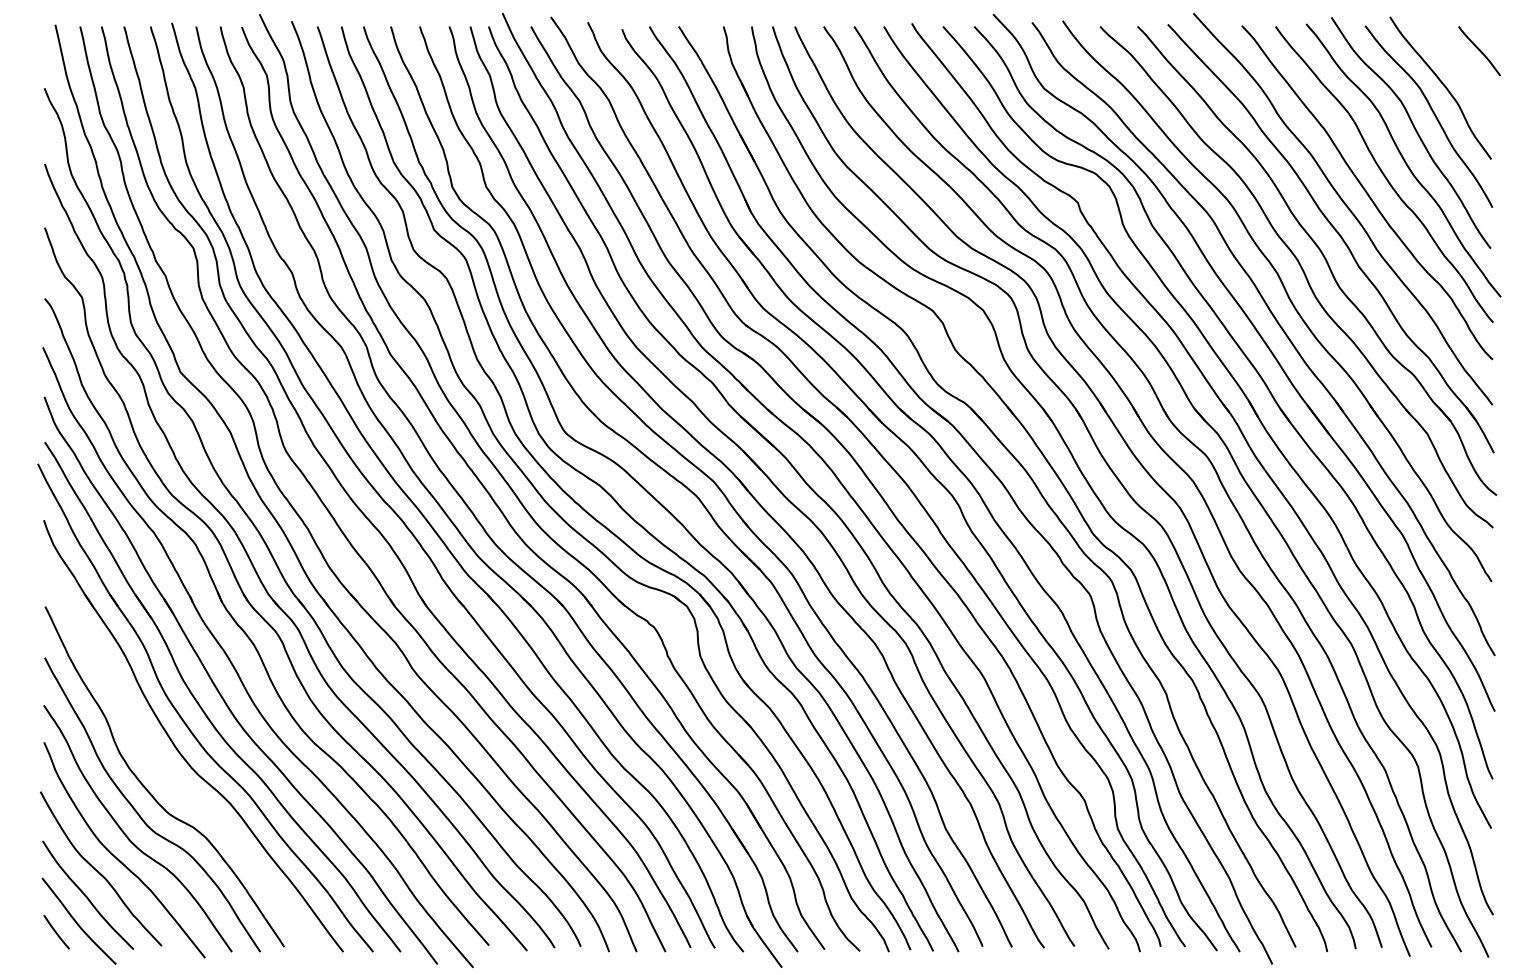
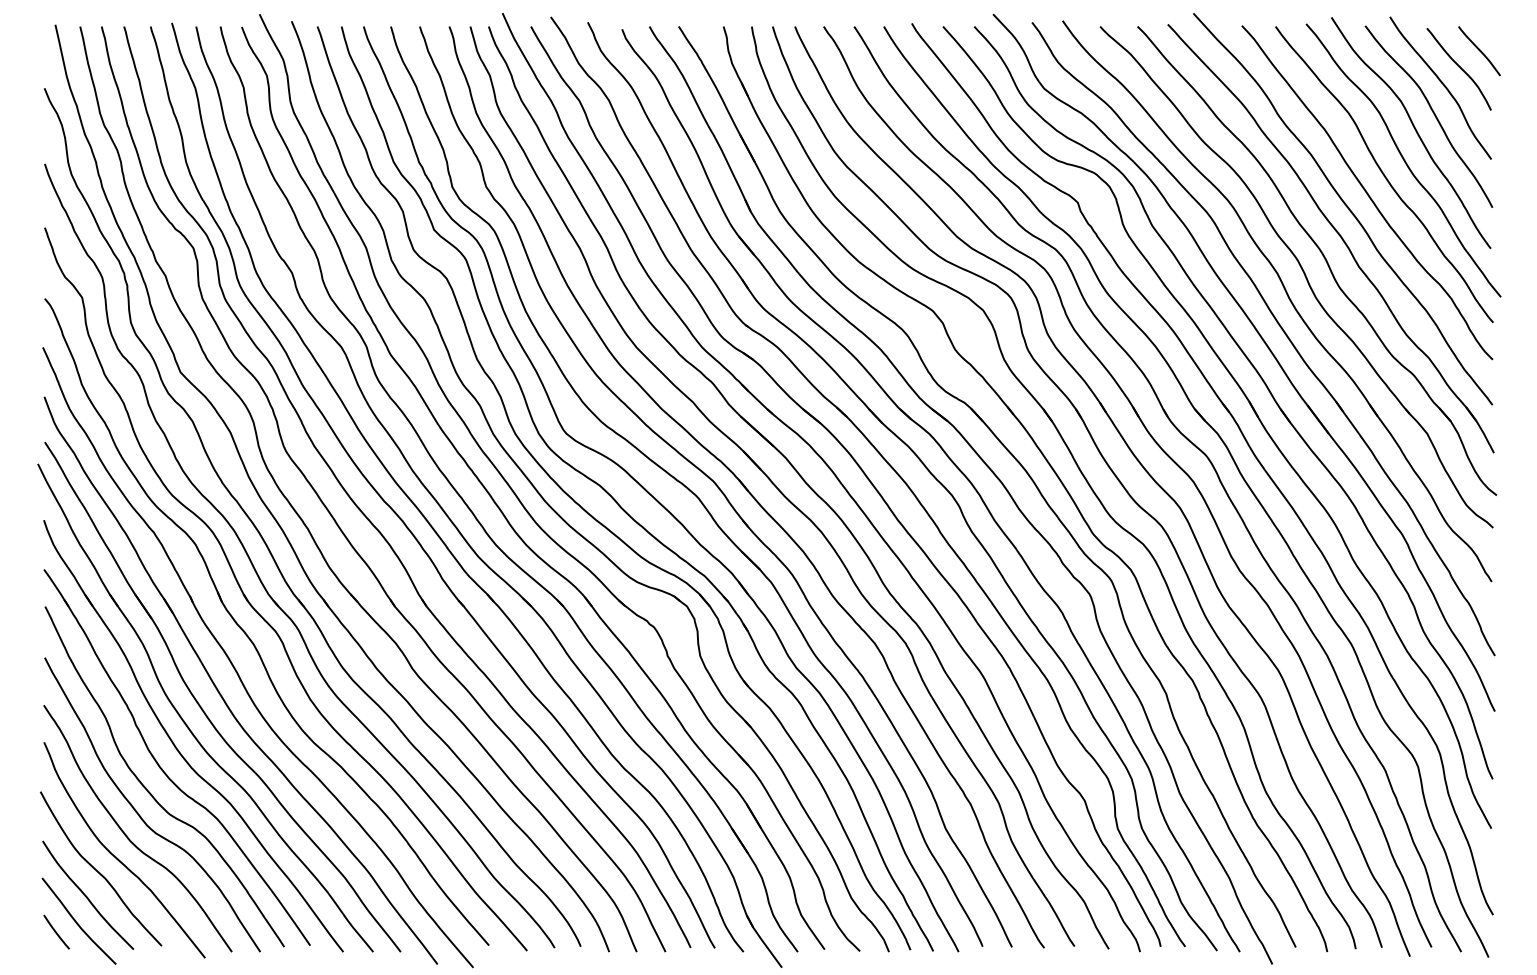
curve at (1459, 68): none -> present
part at (163, 769): none -> present
